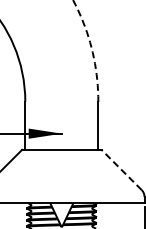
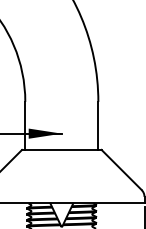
arc at (91, 49): dashed -> solid
line at (121, 169): dashed -> solid
